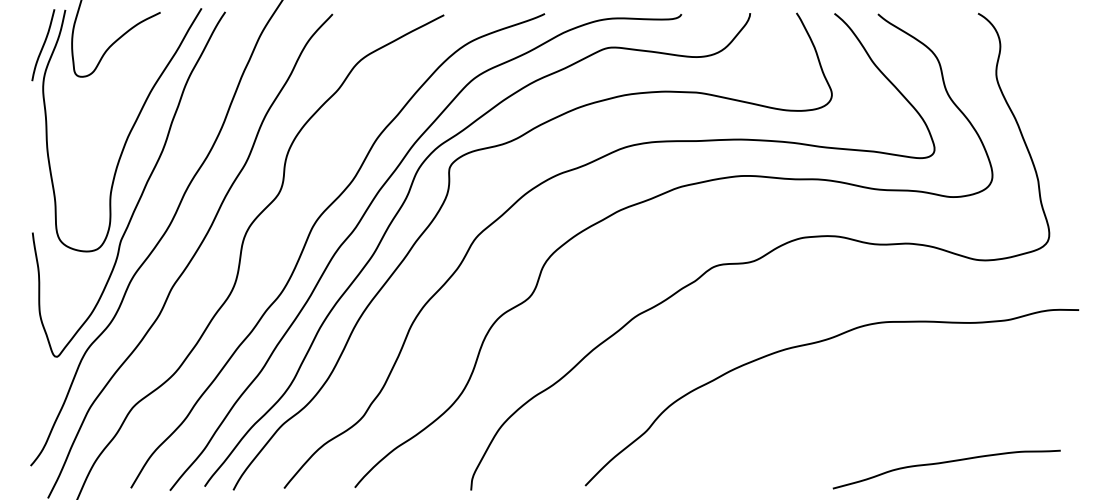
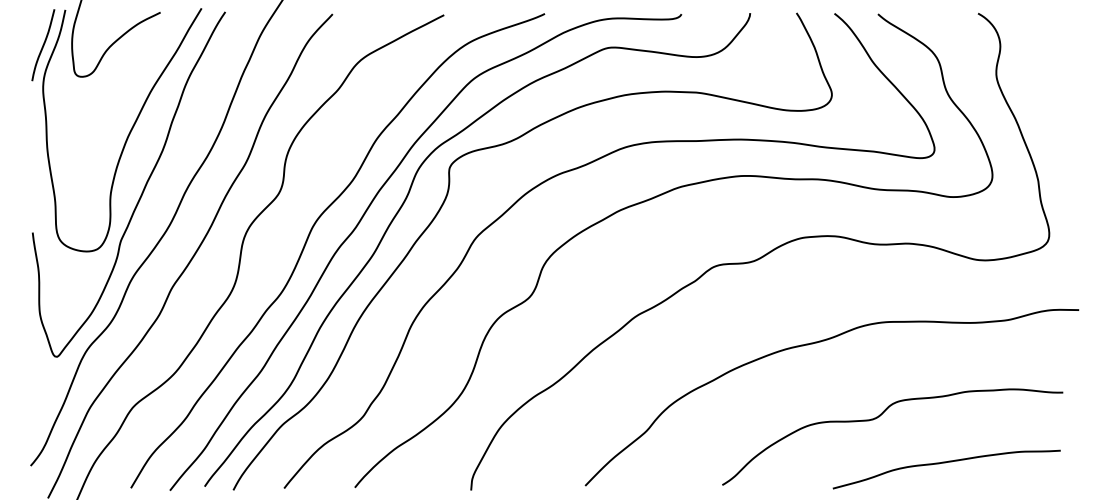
curve at (879, 417): none -> present
